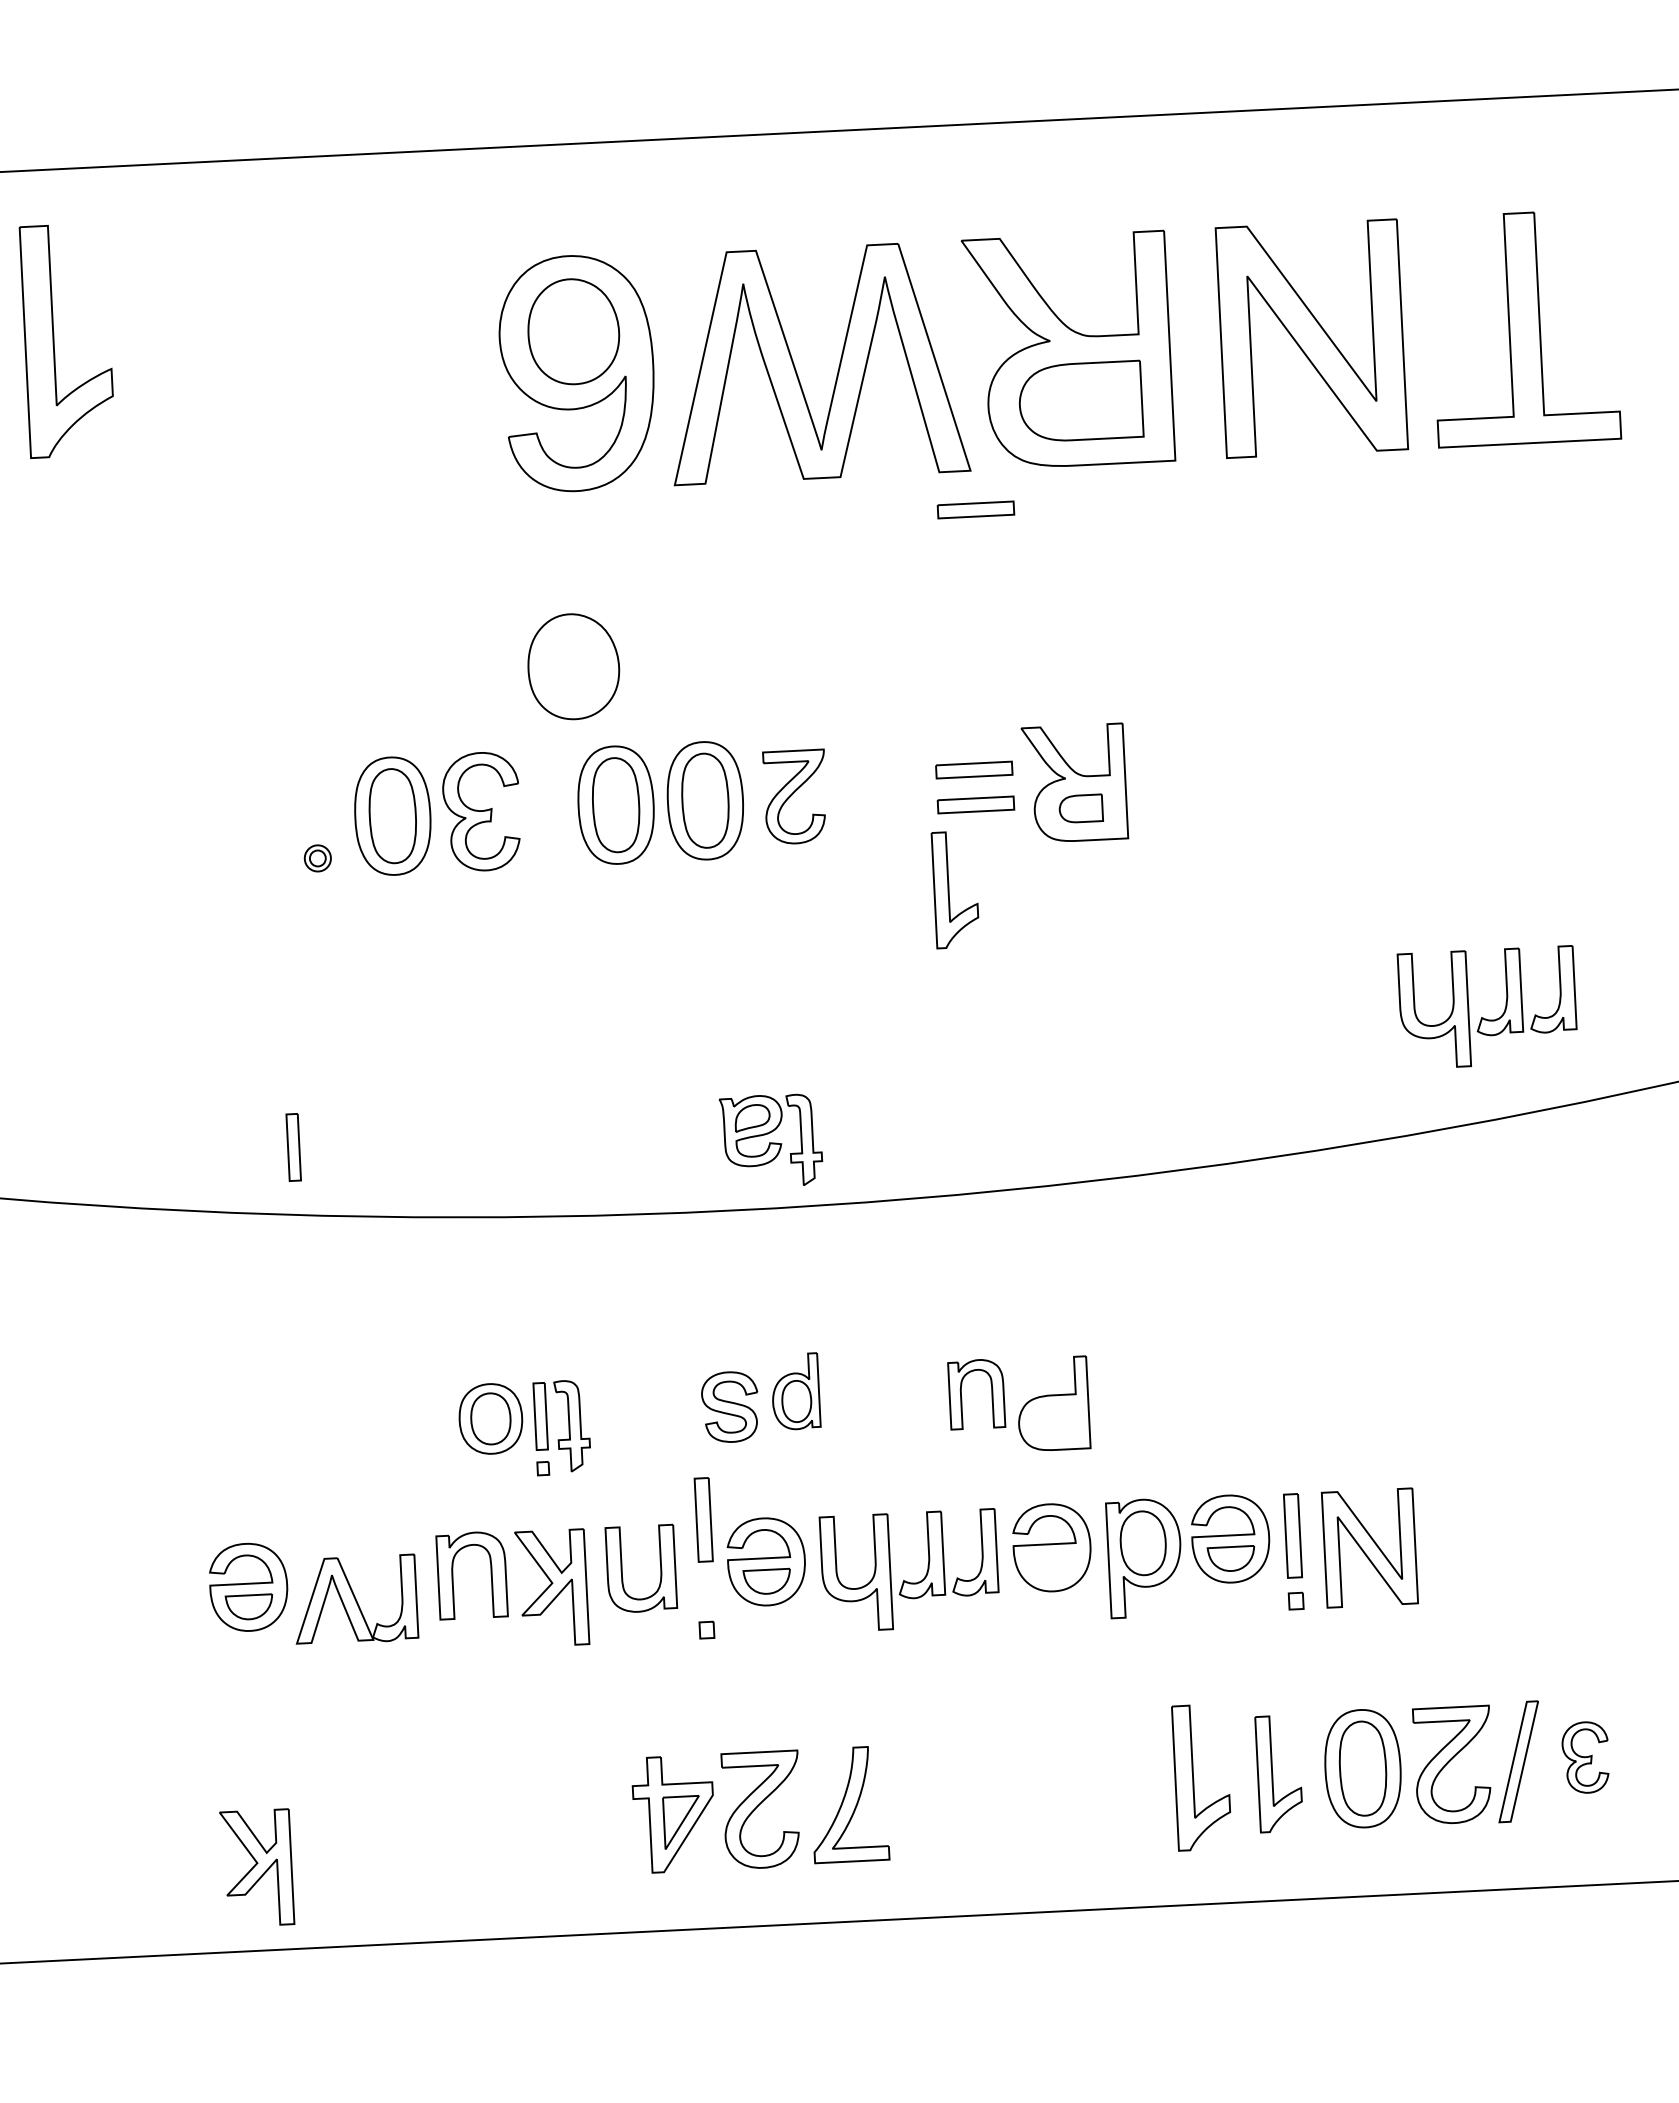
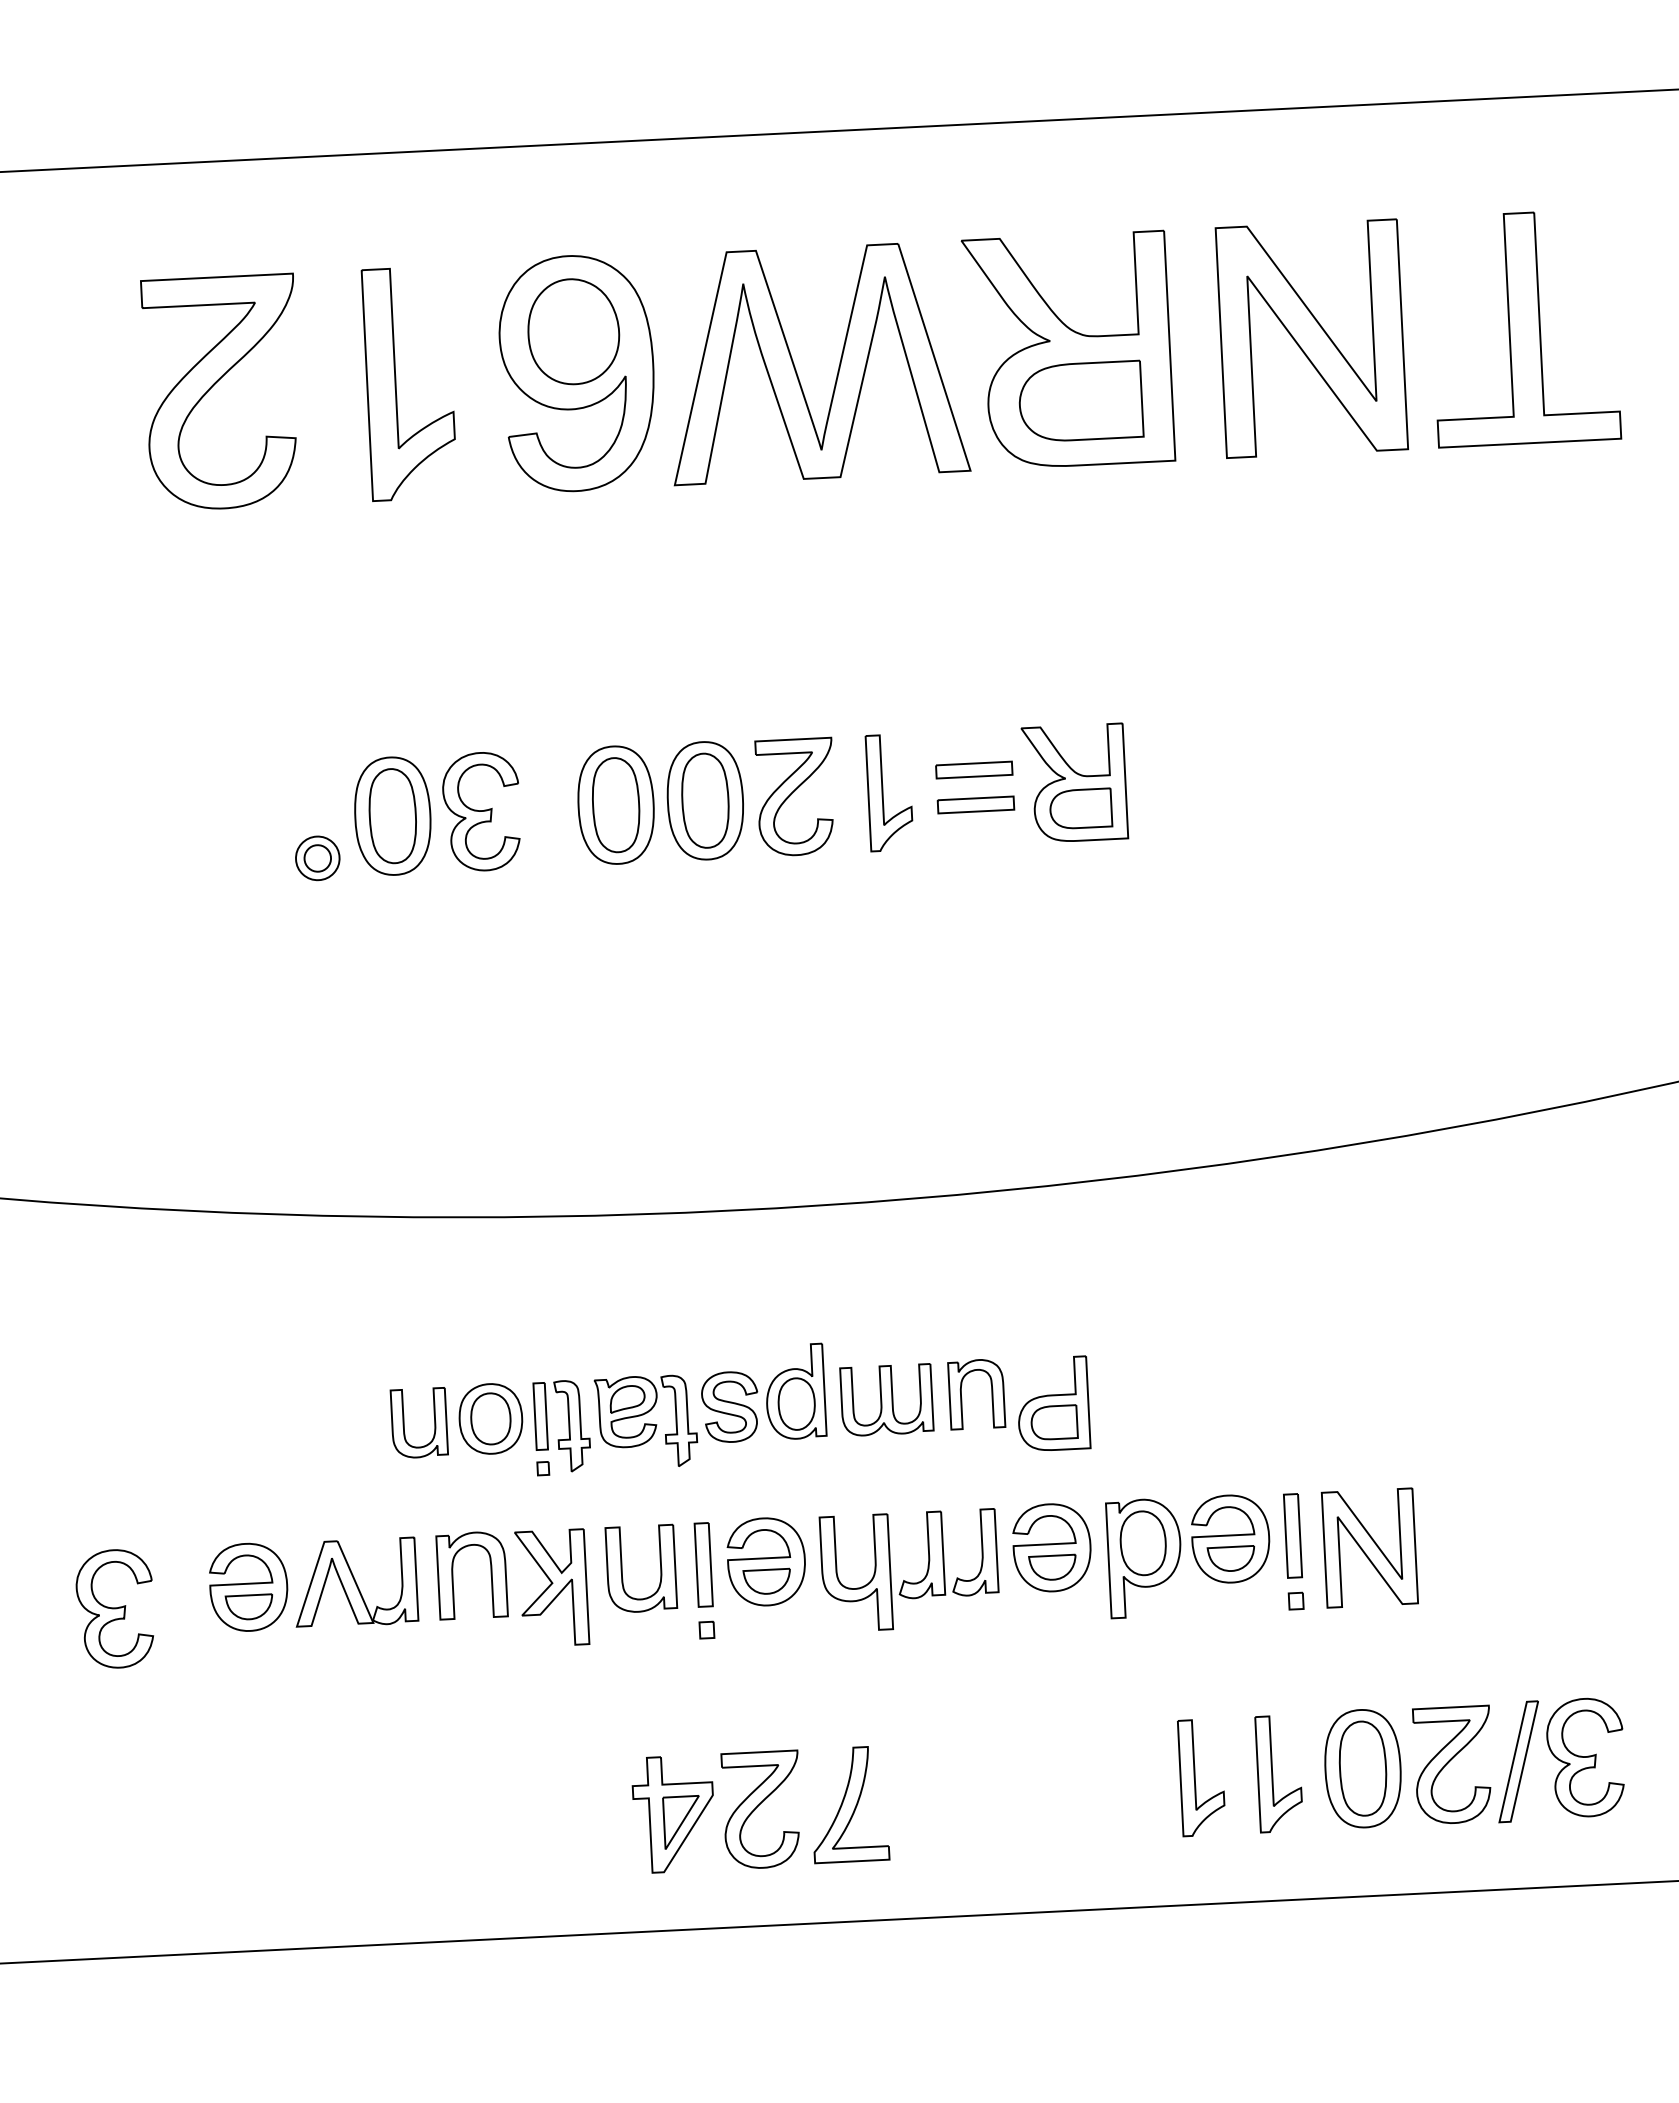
part at (54, 341) position: (54, 341) -> (396, 384)
part at (214, 385): none -> present
part at (975, 509): present -> none
part at (573, 666): present -> none
part at (793, 796) size: 64x97 px -> 80x121 px
part at (1081, 808) size: 47x31 px -> 65x43 px
part at (317, 858) size: 29x29 px -> 46x47 px
part at (954, 890) position: (954, 890) -> (888, 793)
part at (1483, 1017): present -> none
part at (770, 1139) position: (770, 1139) -> (645, 1420)
part at (293, 1147): present -> none
part at (796, 1391) size: 50x79 px -> 62x98 px
part at (886, 1399): none -> present
part at (404, 1422): none -> present
part at (1054, 1422): none -> present
part at (703, 1519) position: (703, 1519) -> (703, 1564)
part at (1052, 1566): none -> present
part at (357, 1598) position: (357, 1598) -> (357, 1581)
part at (114, 1608): none -> present
part at (1585, 1757) size: 49x73 px -> 79x121 px
part at (1200, 1777) size: 60x148 px -> 49x119 px
part at (257, 1866): present -> none
